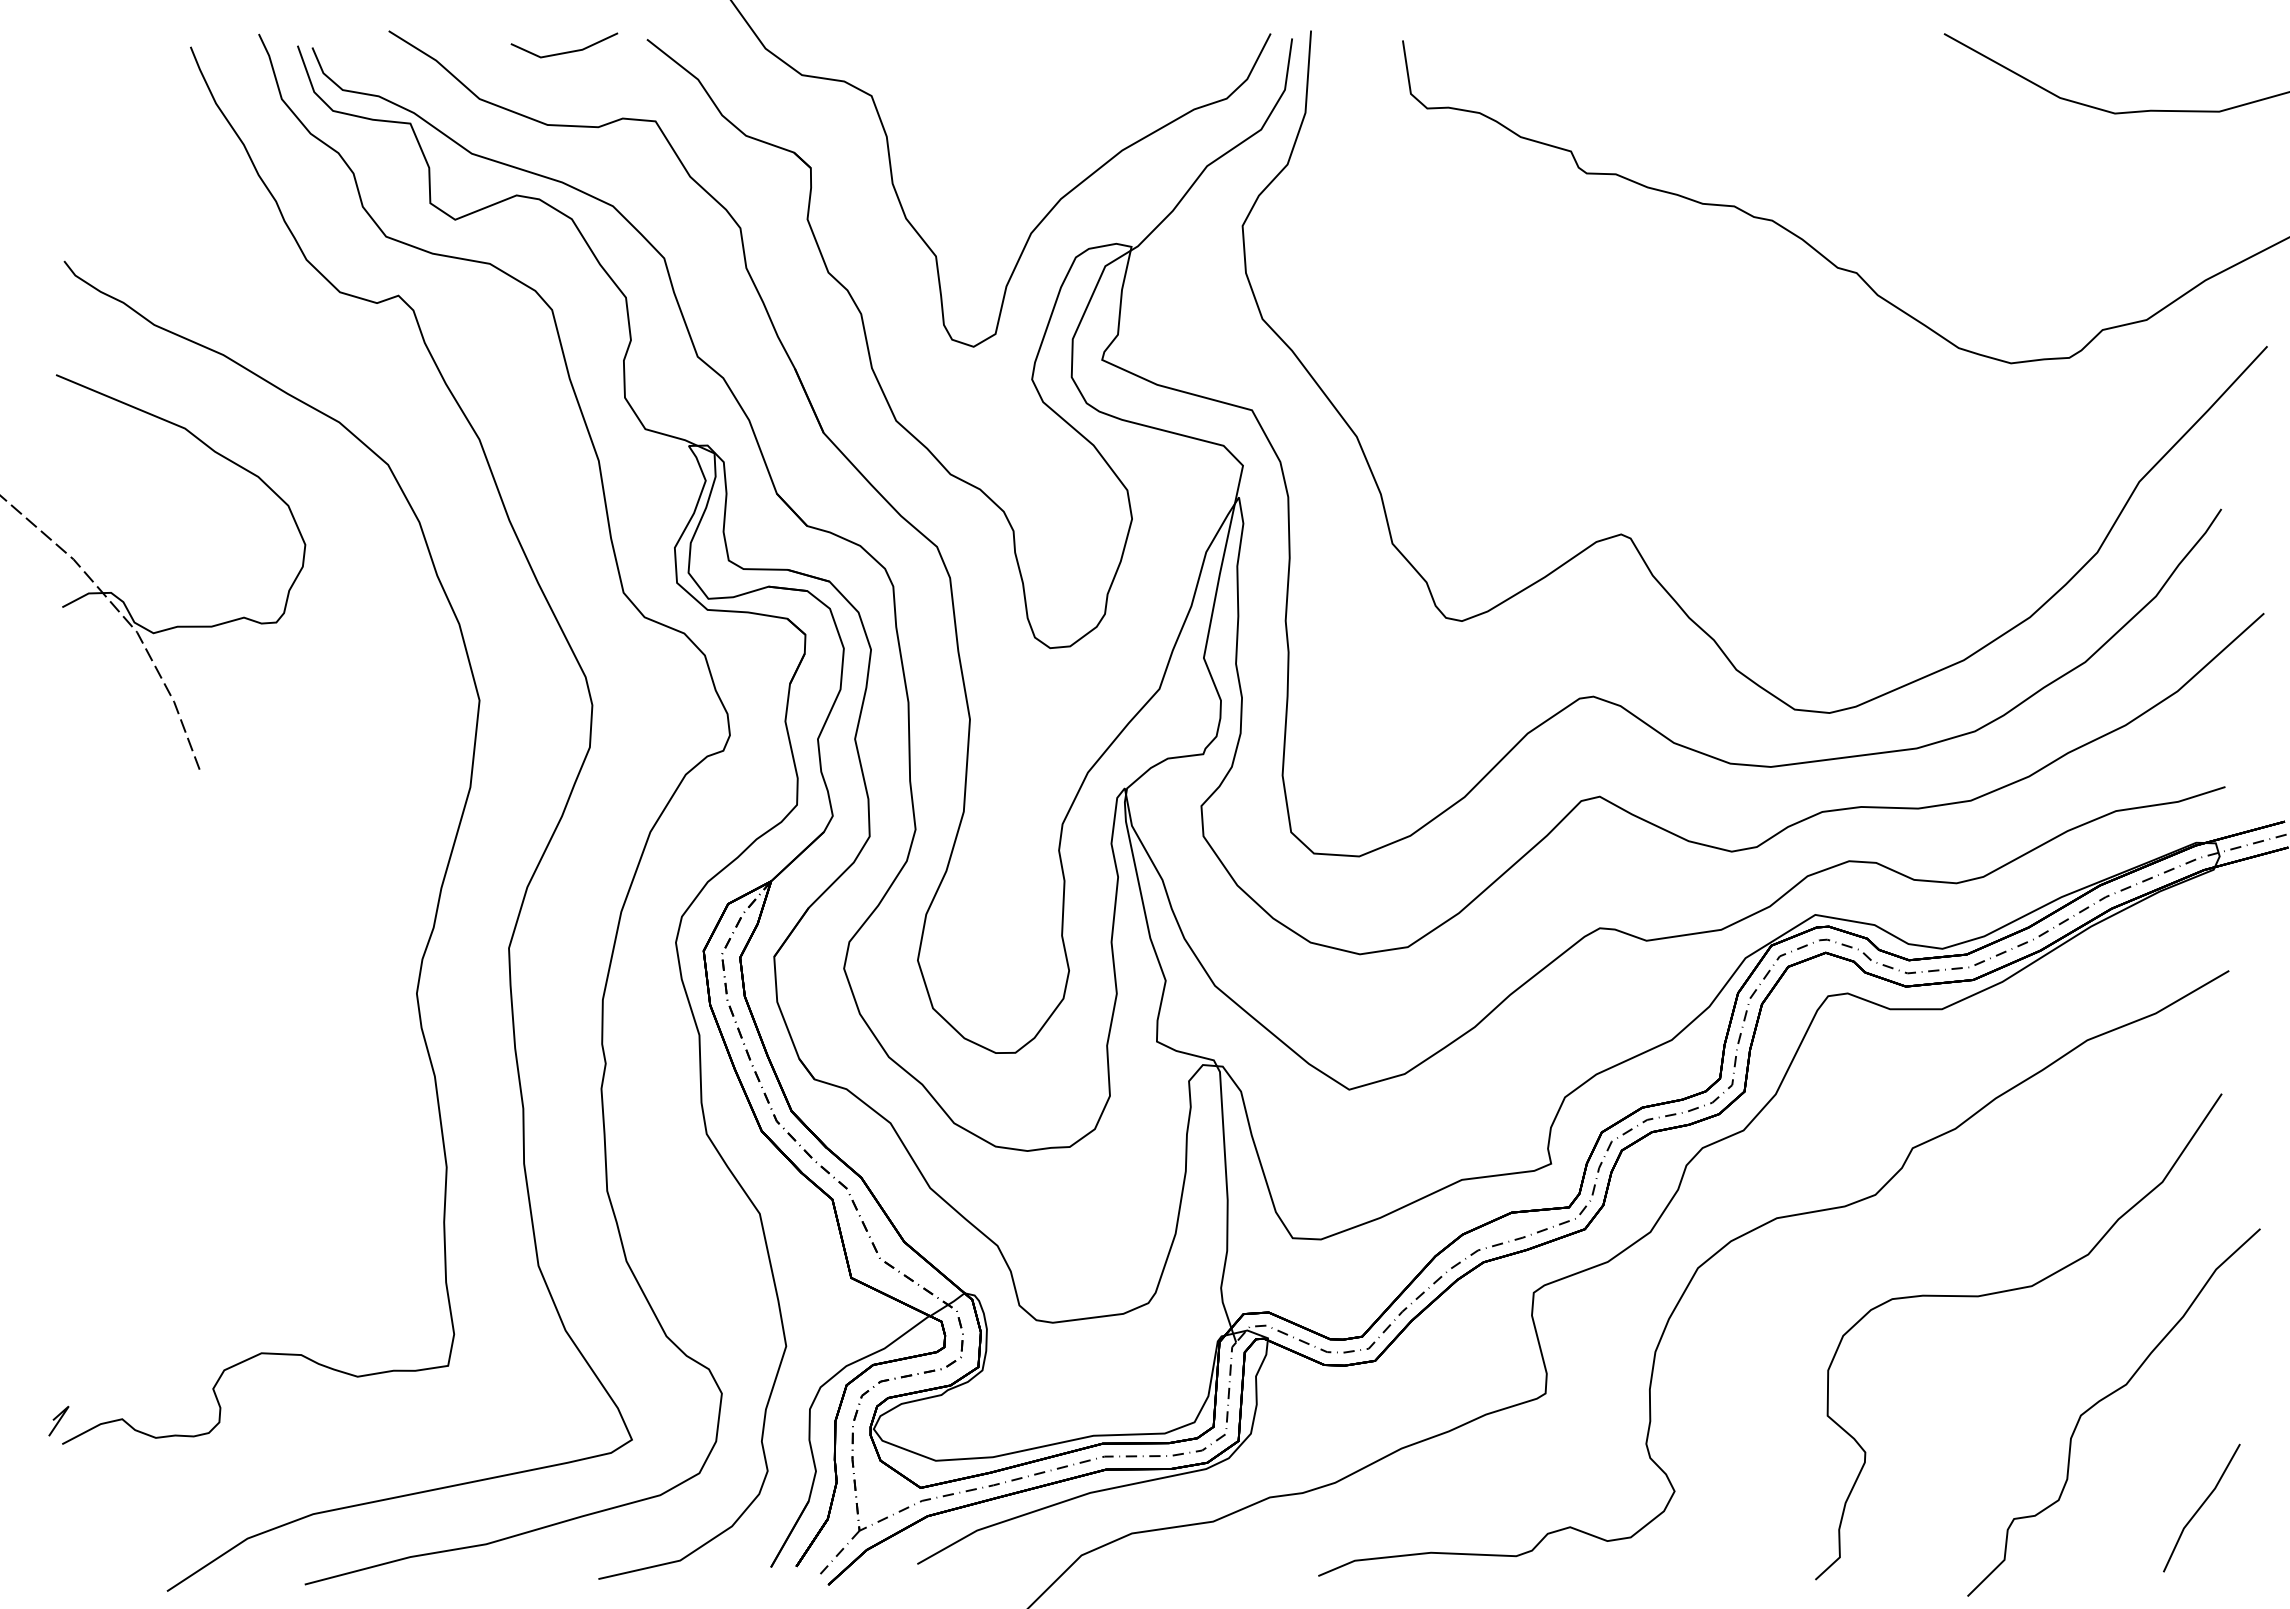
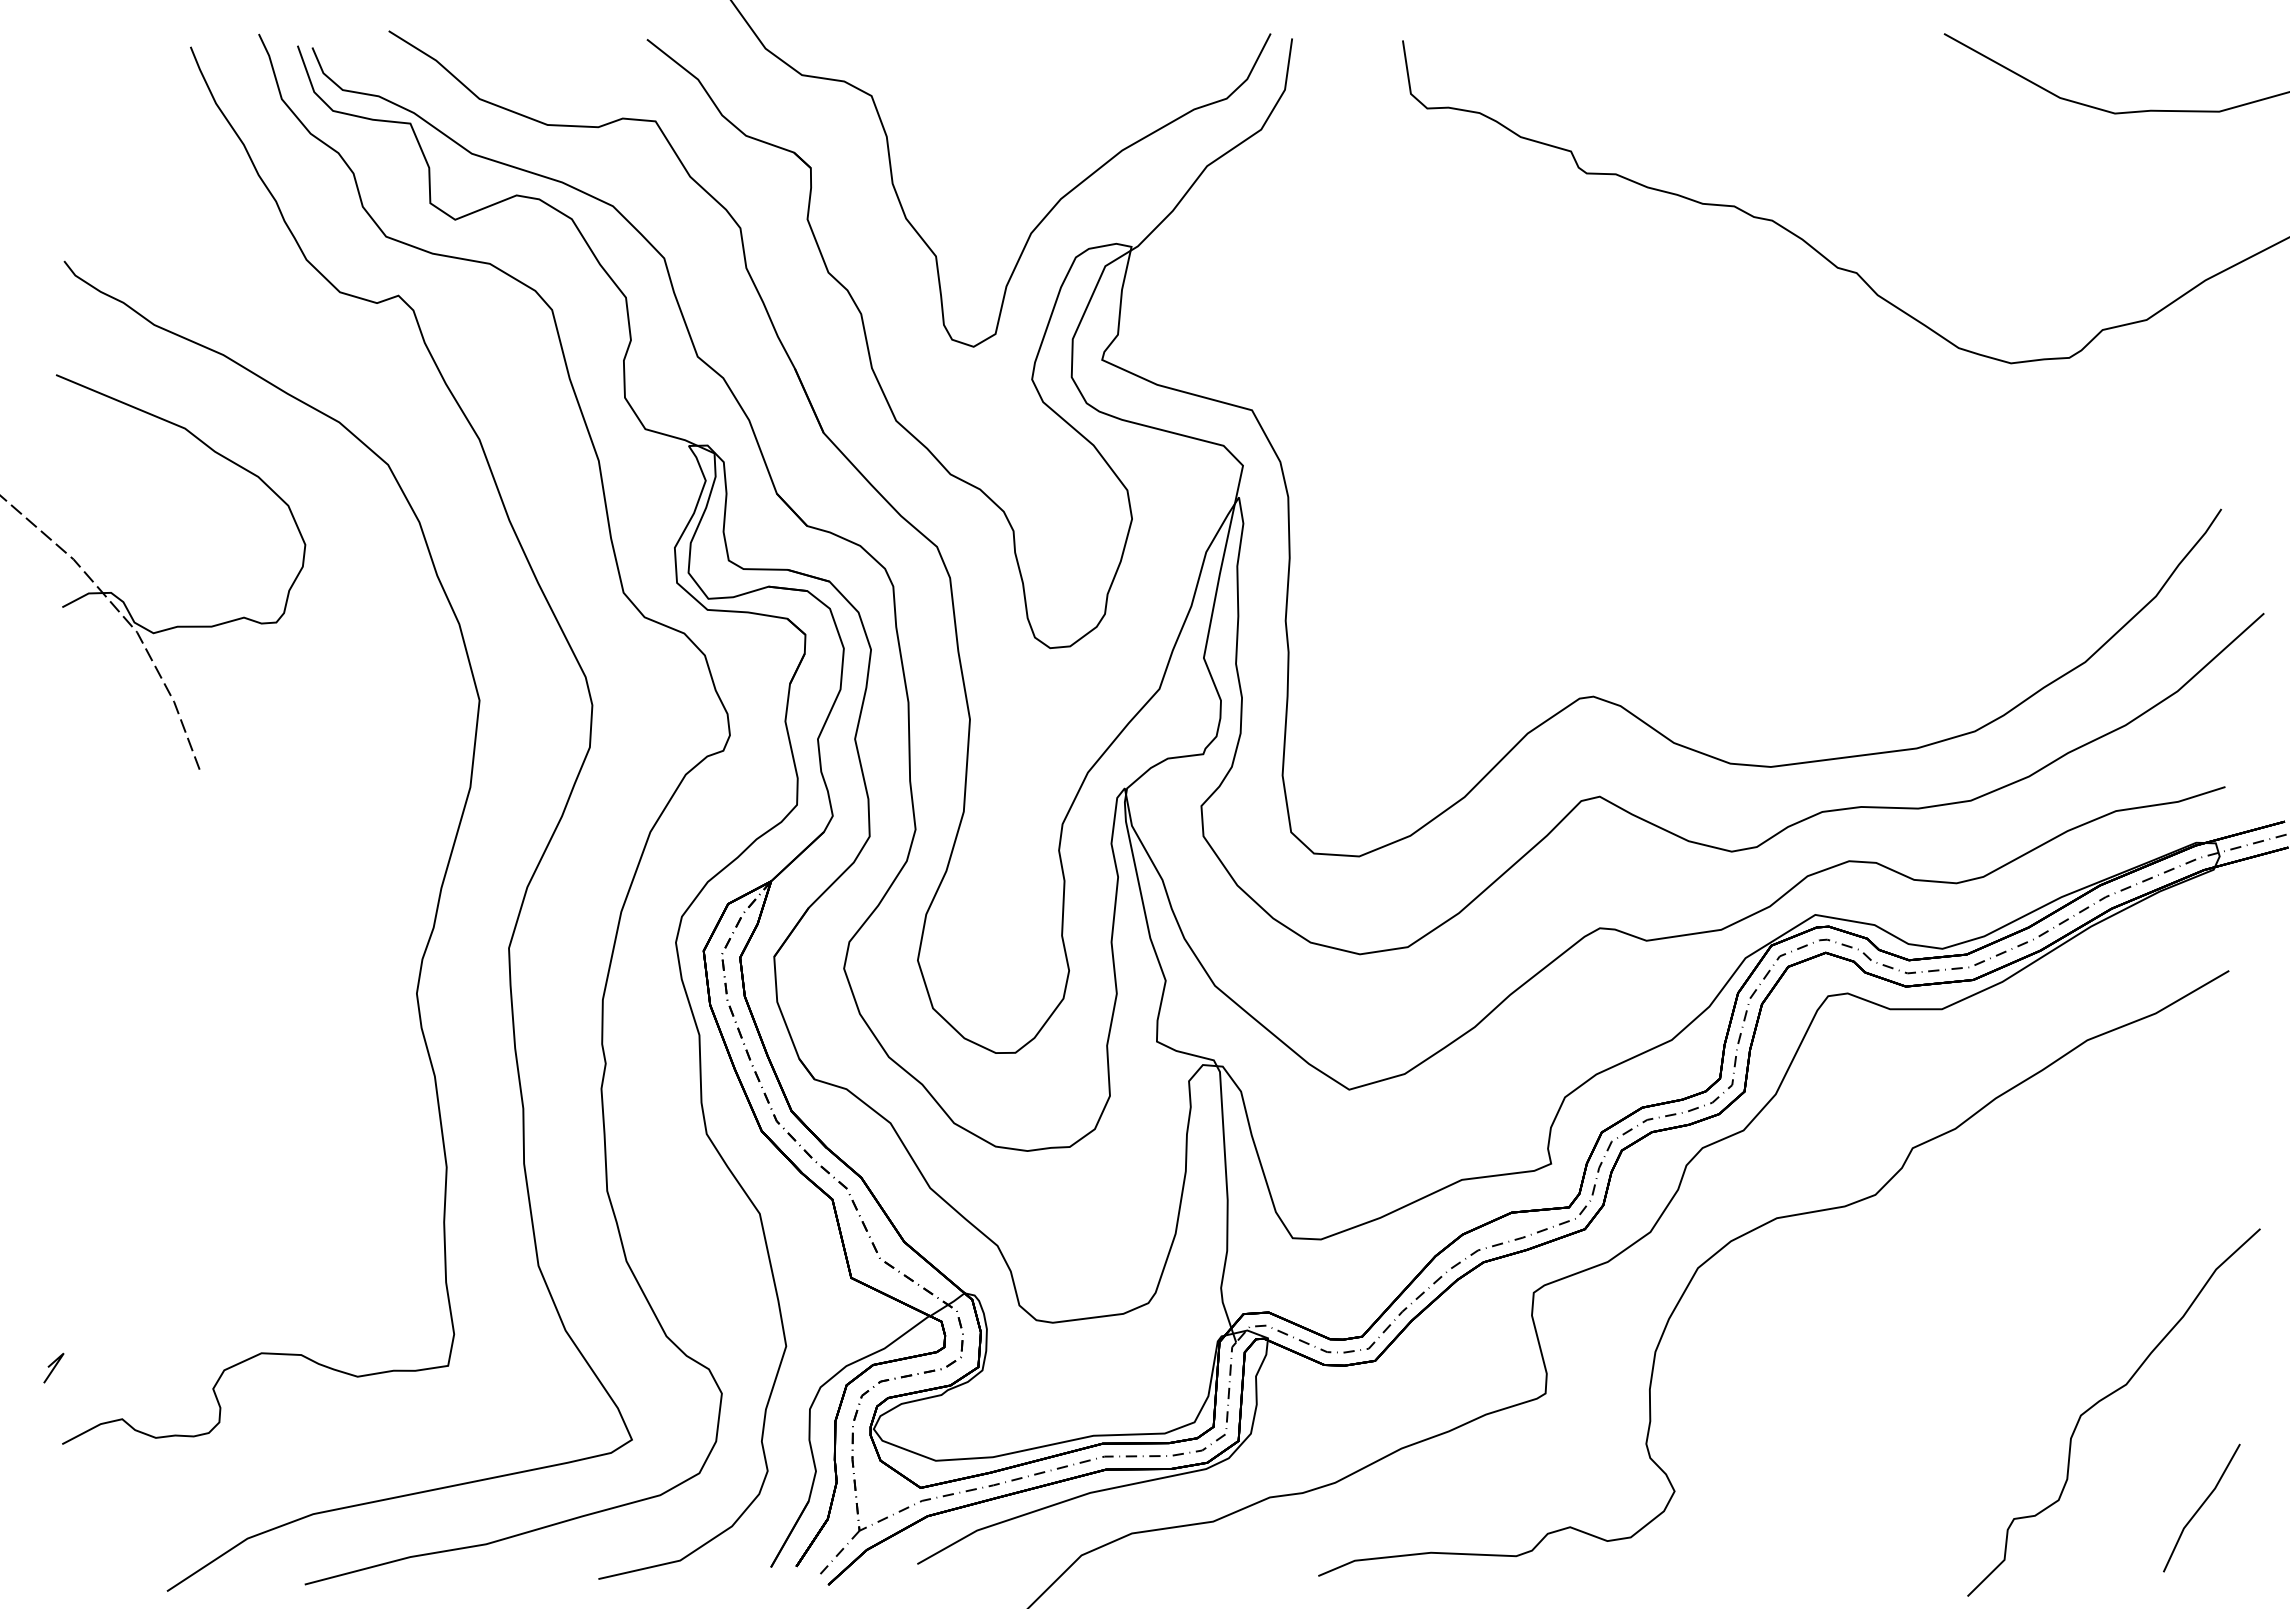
line at (566, 51): present -> none
curve at (1631, 537): present -> none
curve at (2010, 1291): present -> none
line at (58, 1420) position: (58, 1420) -> (53, 1367)
